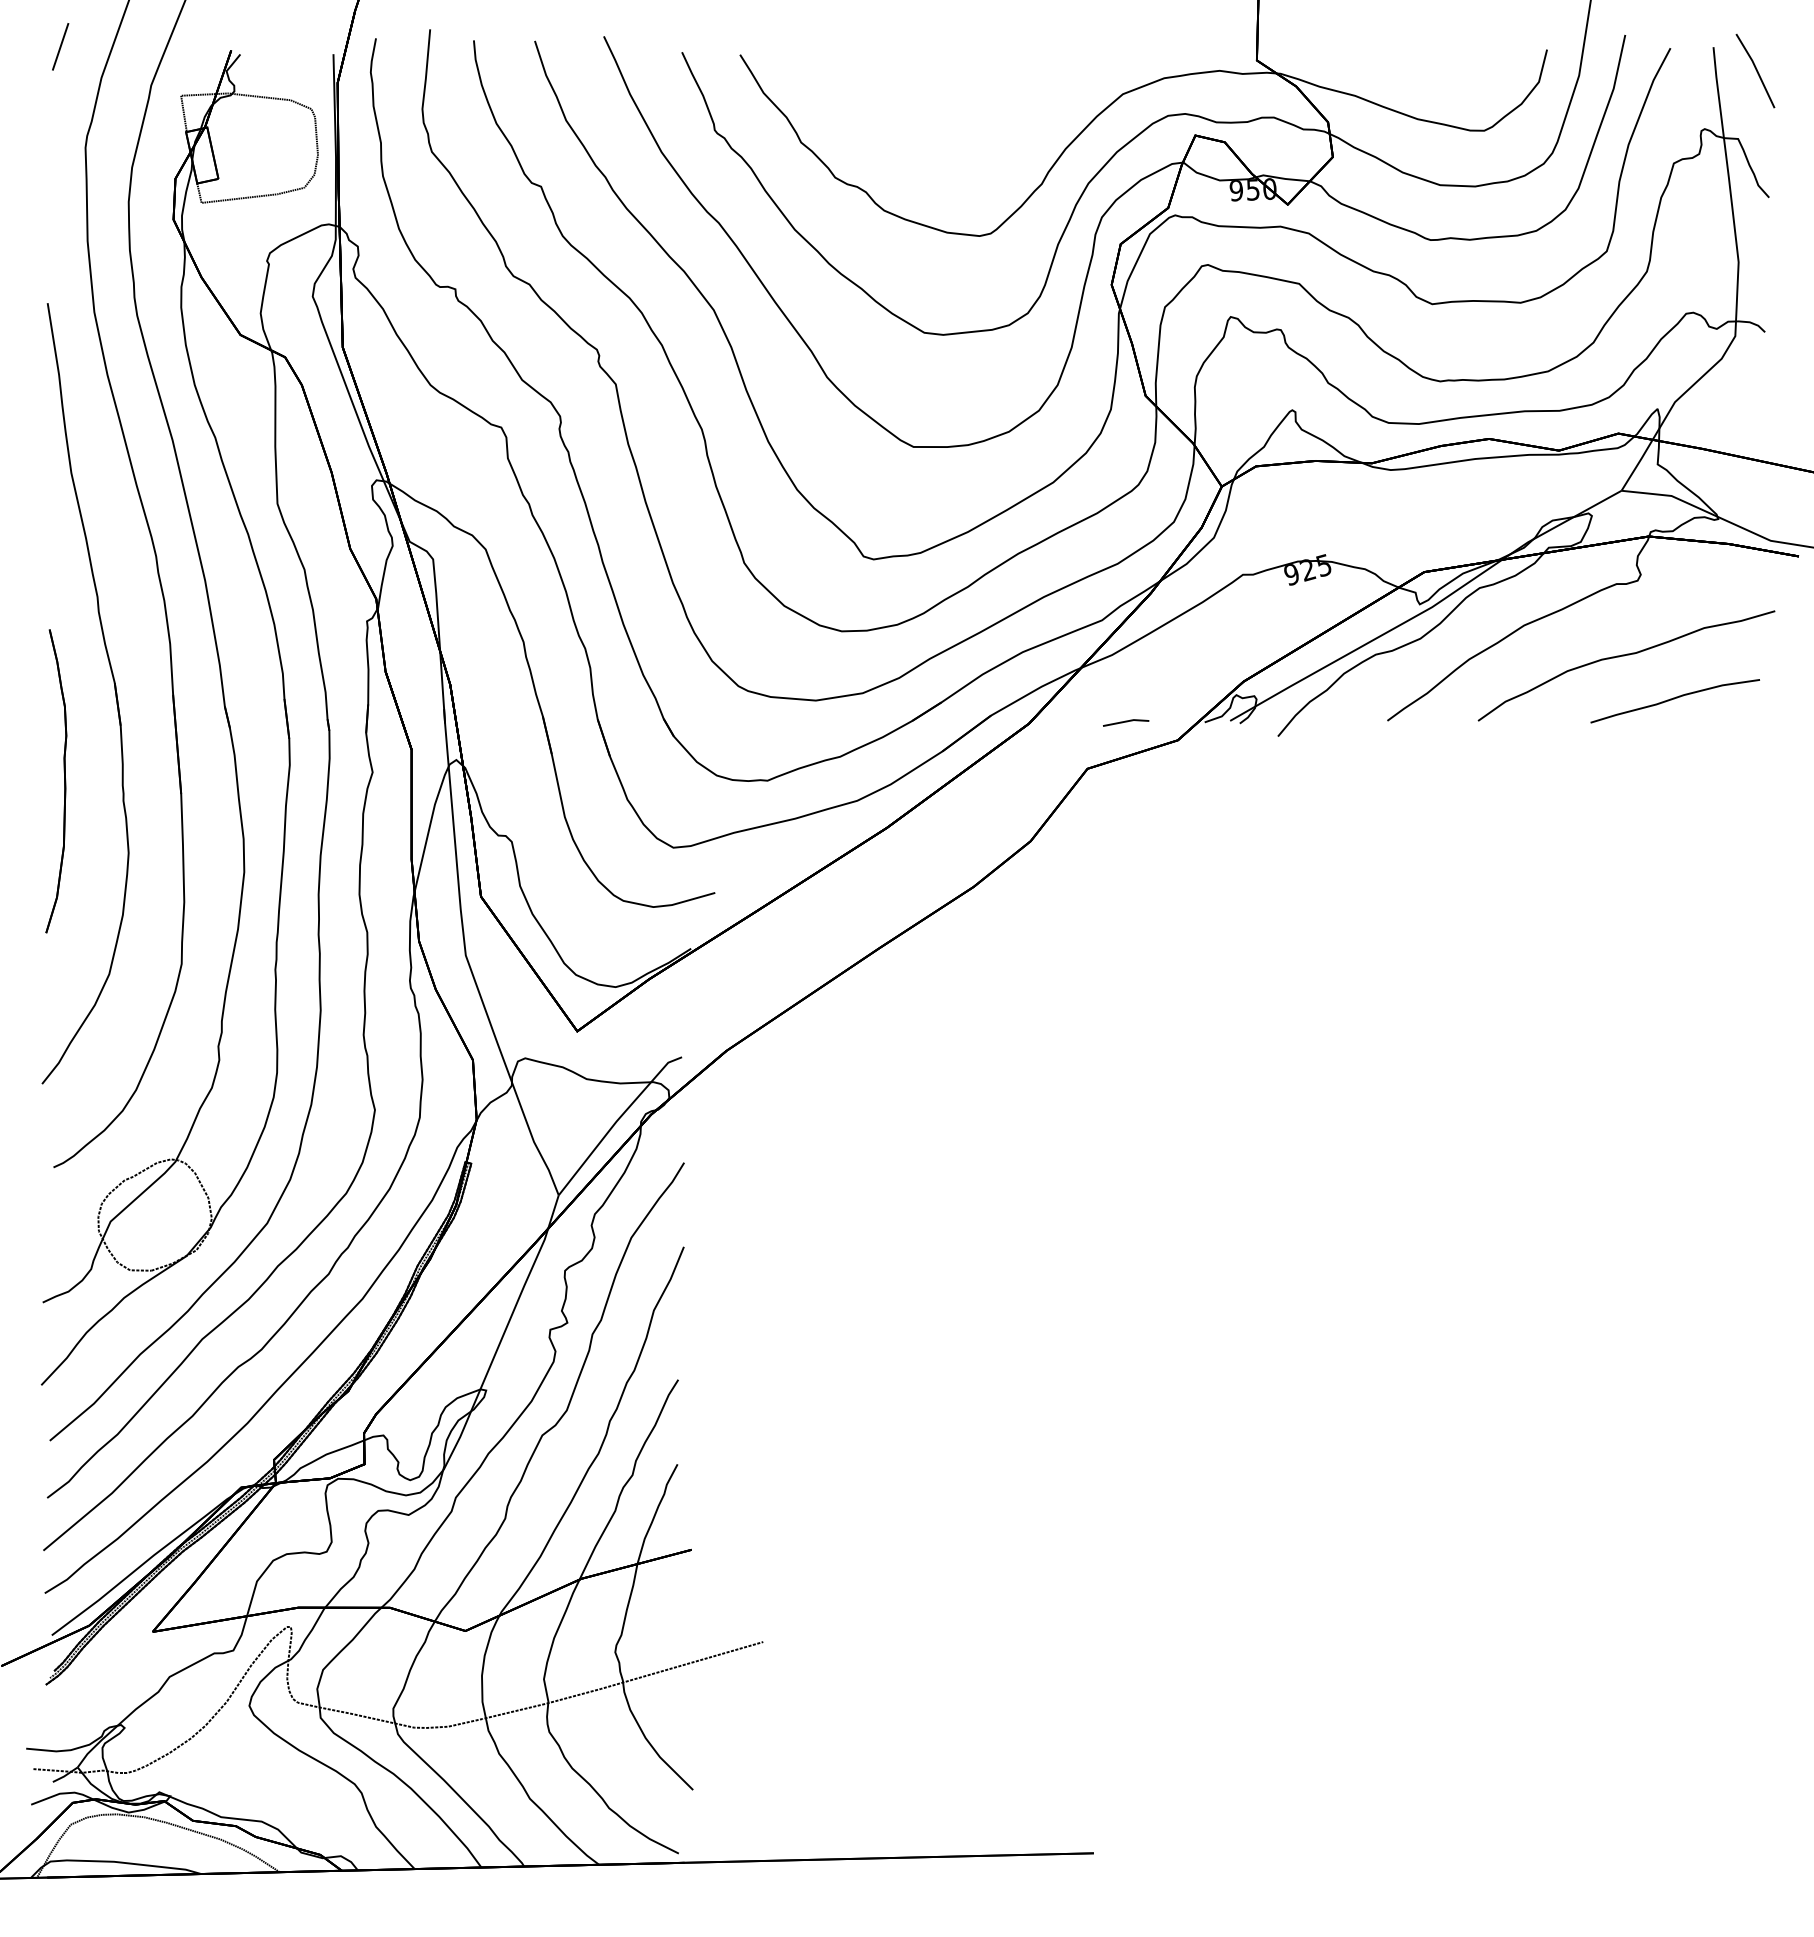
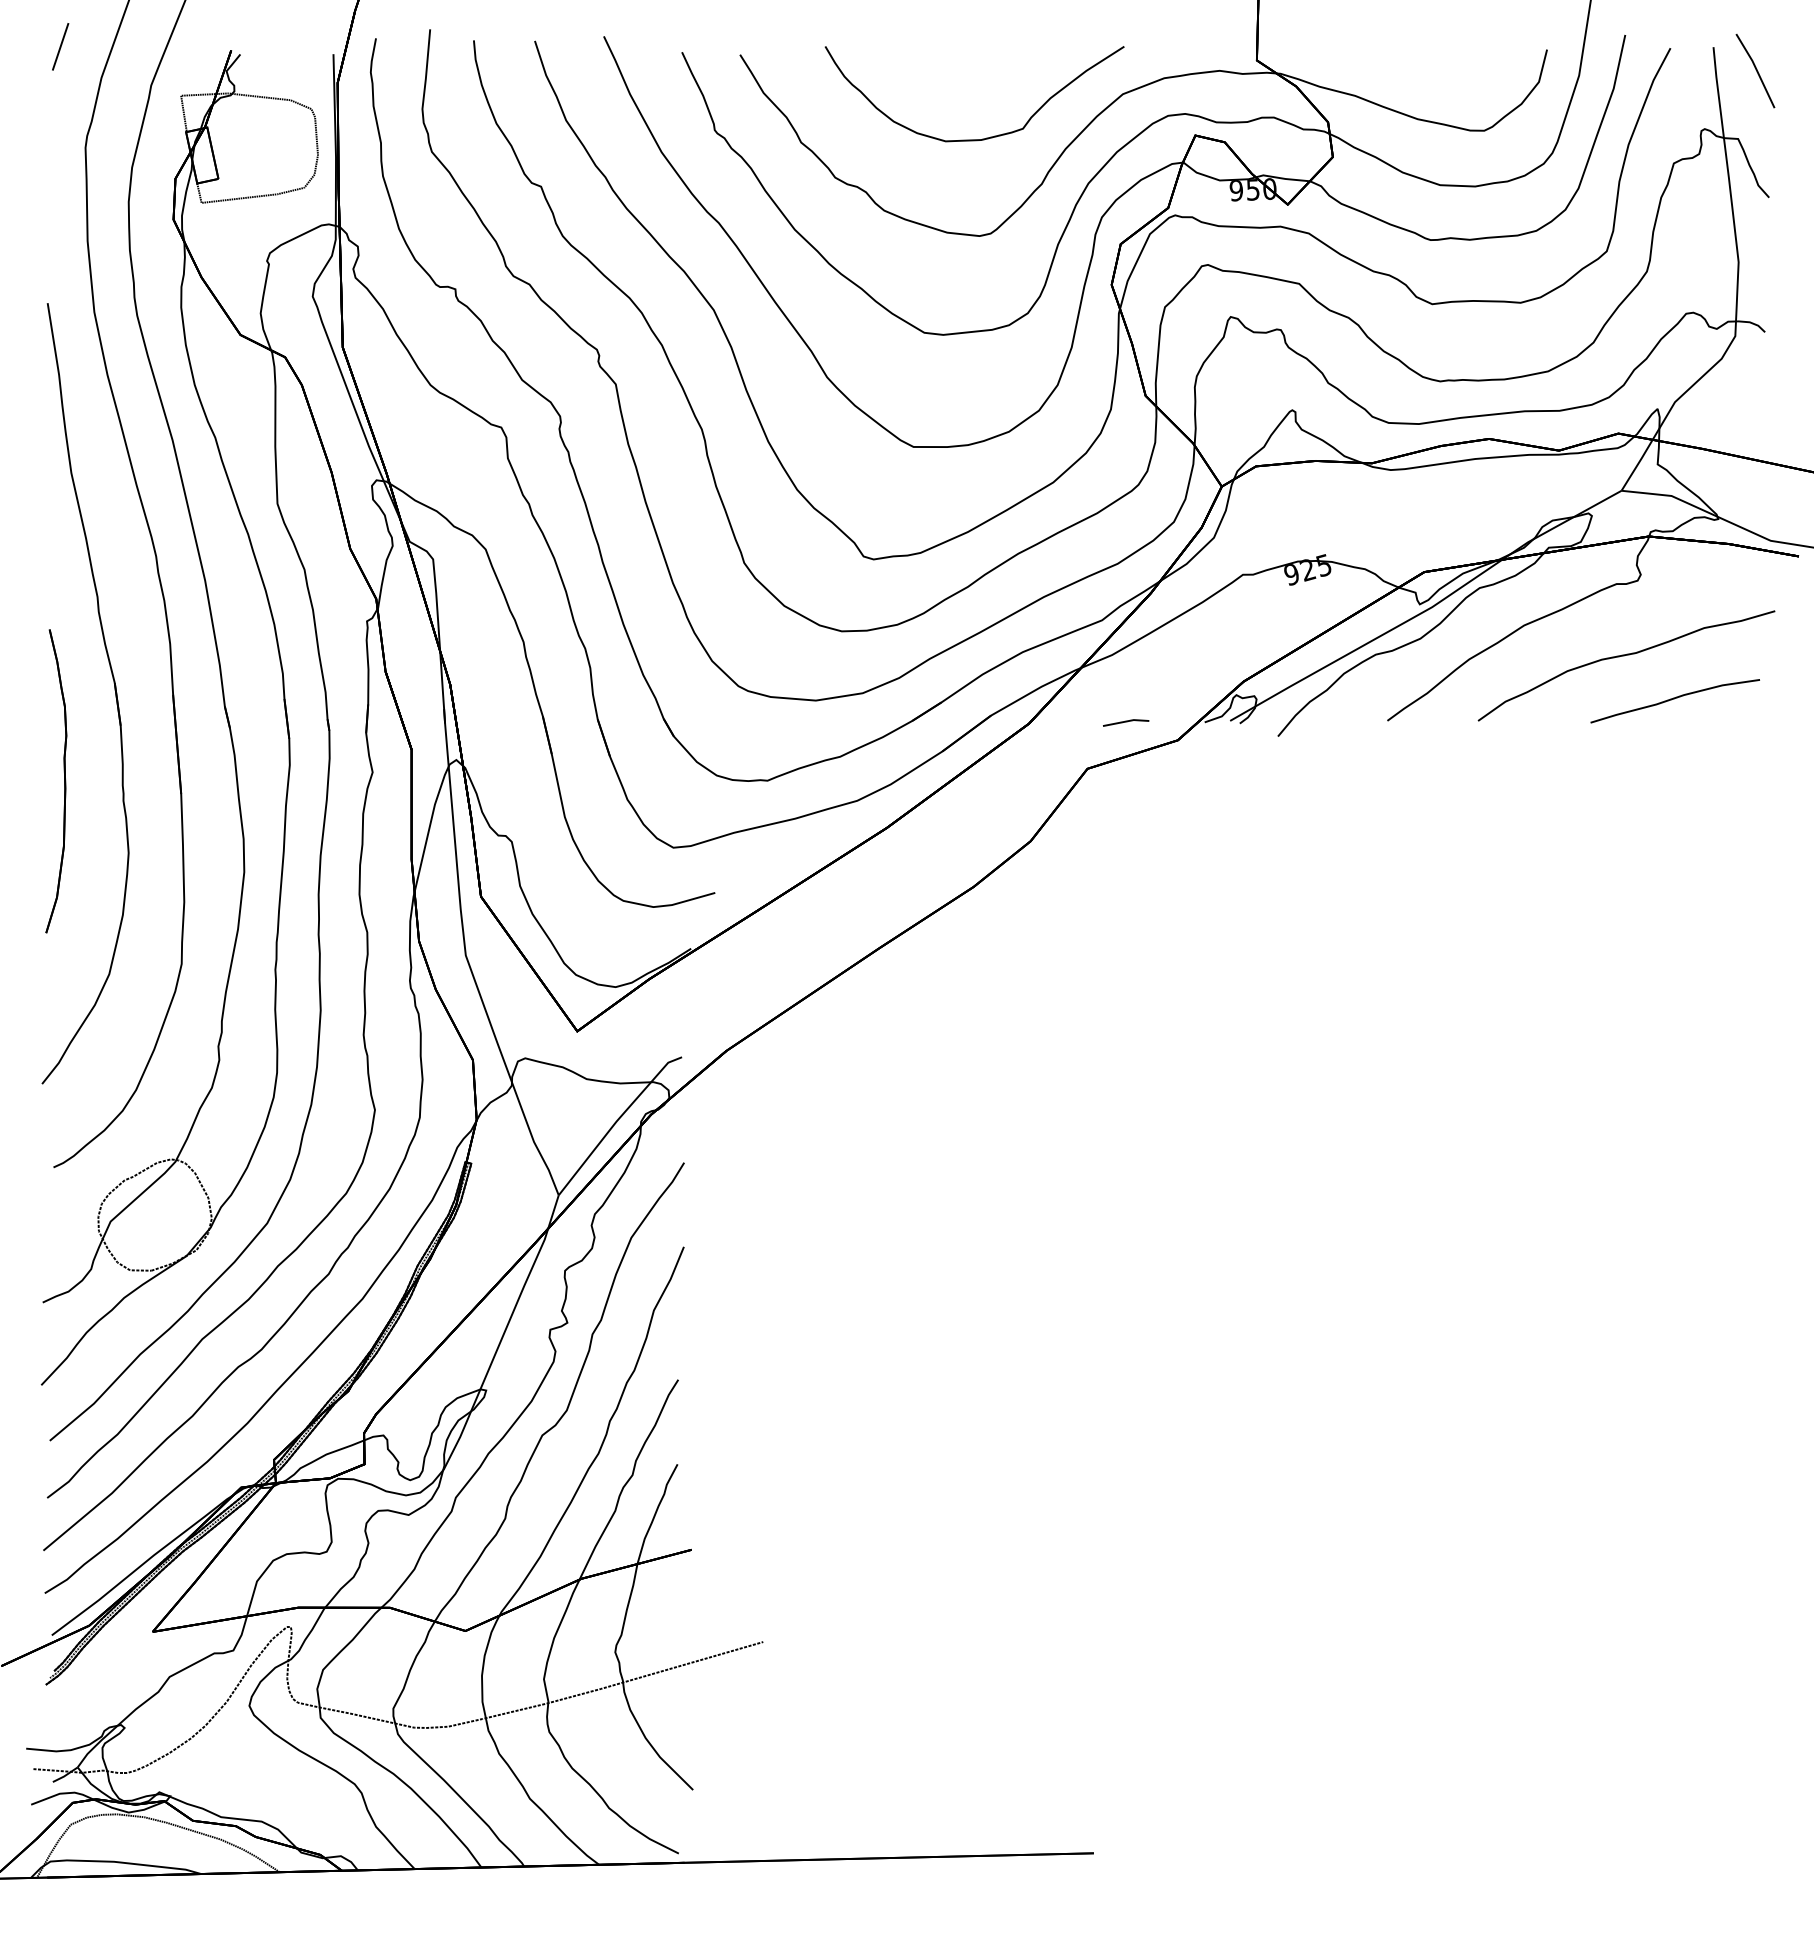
part at (986, 137): none -> present
